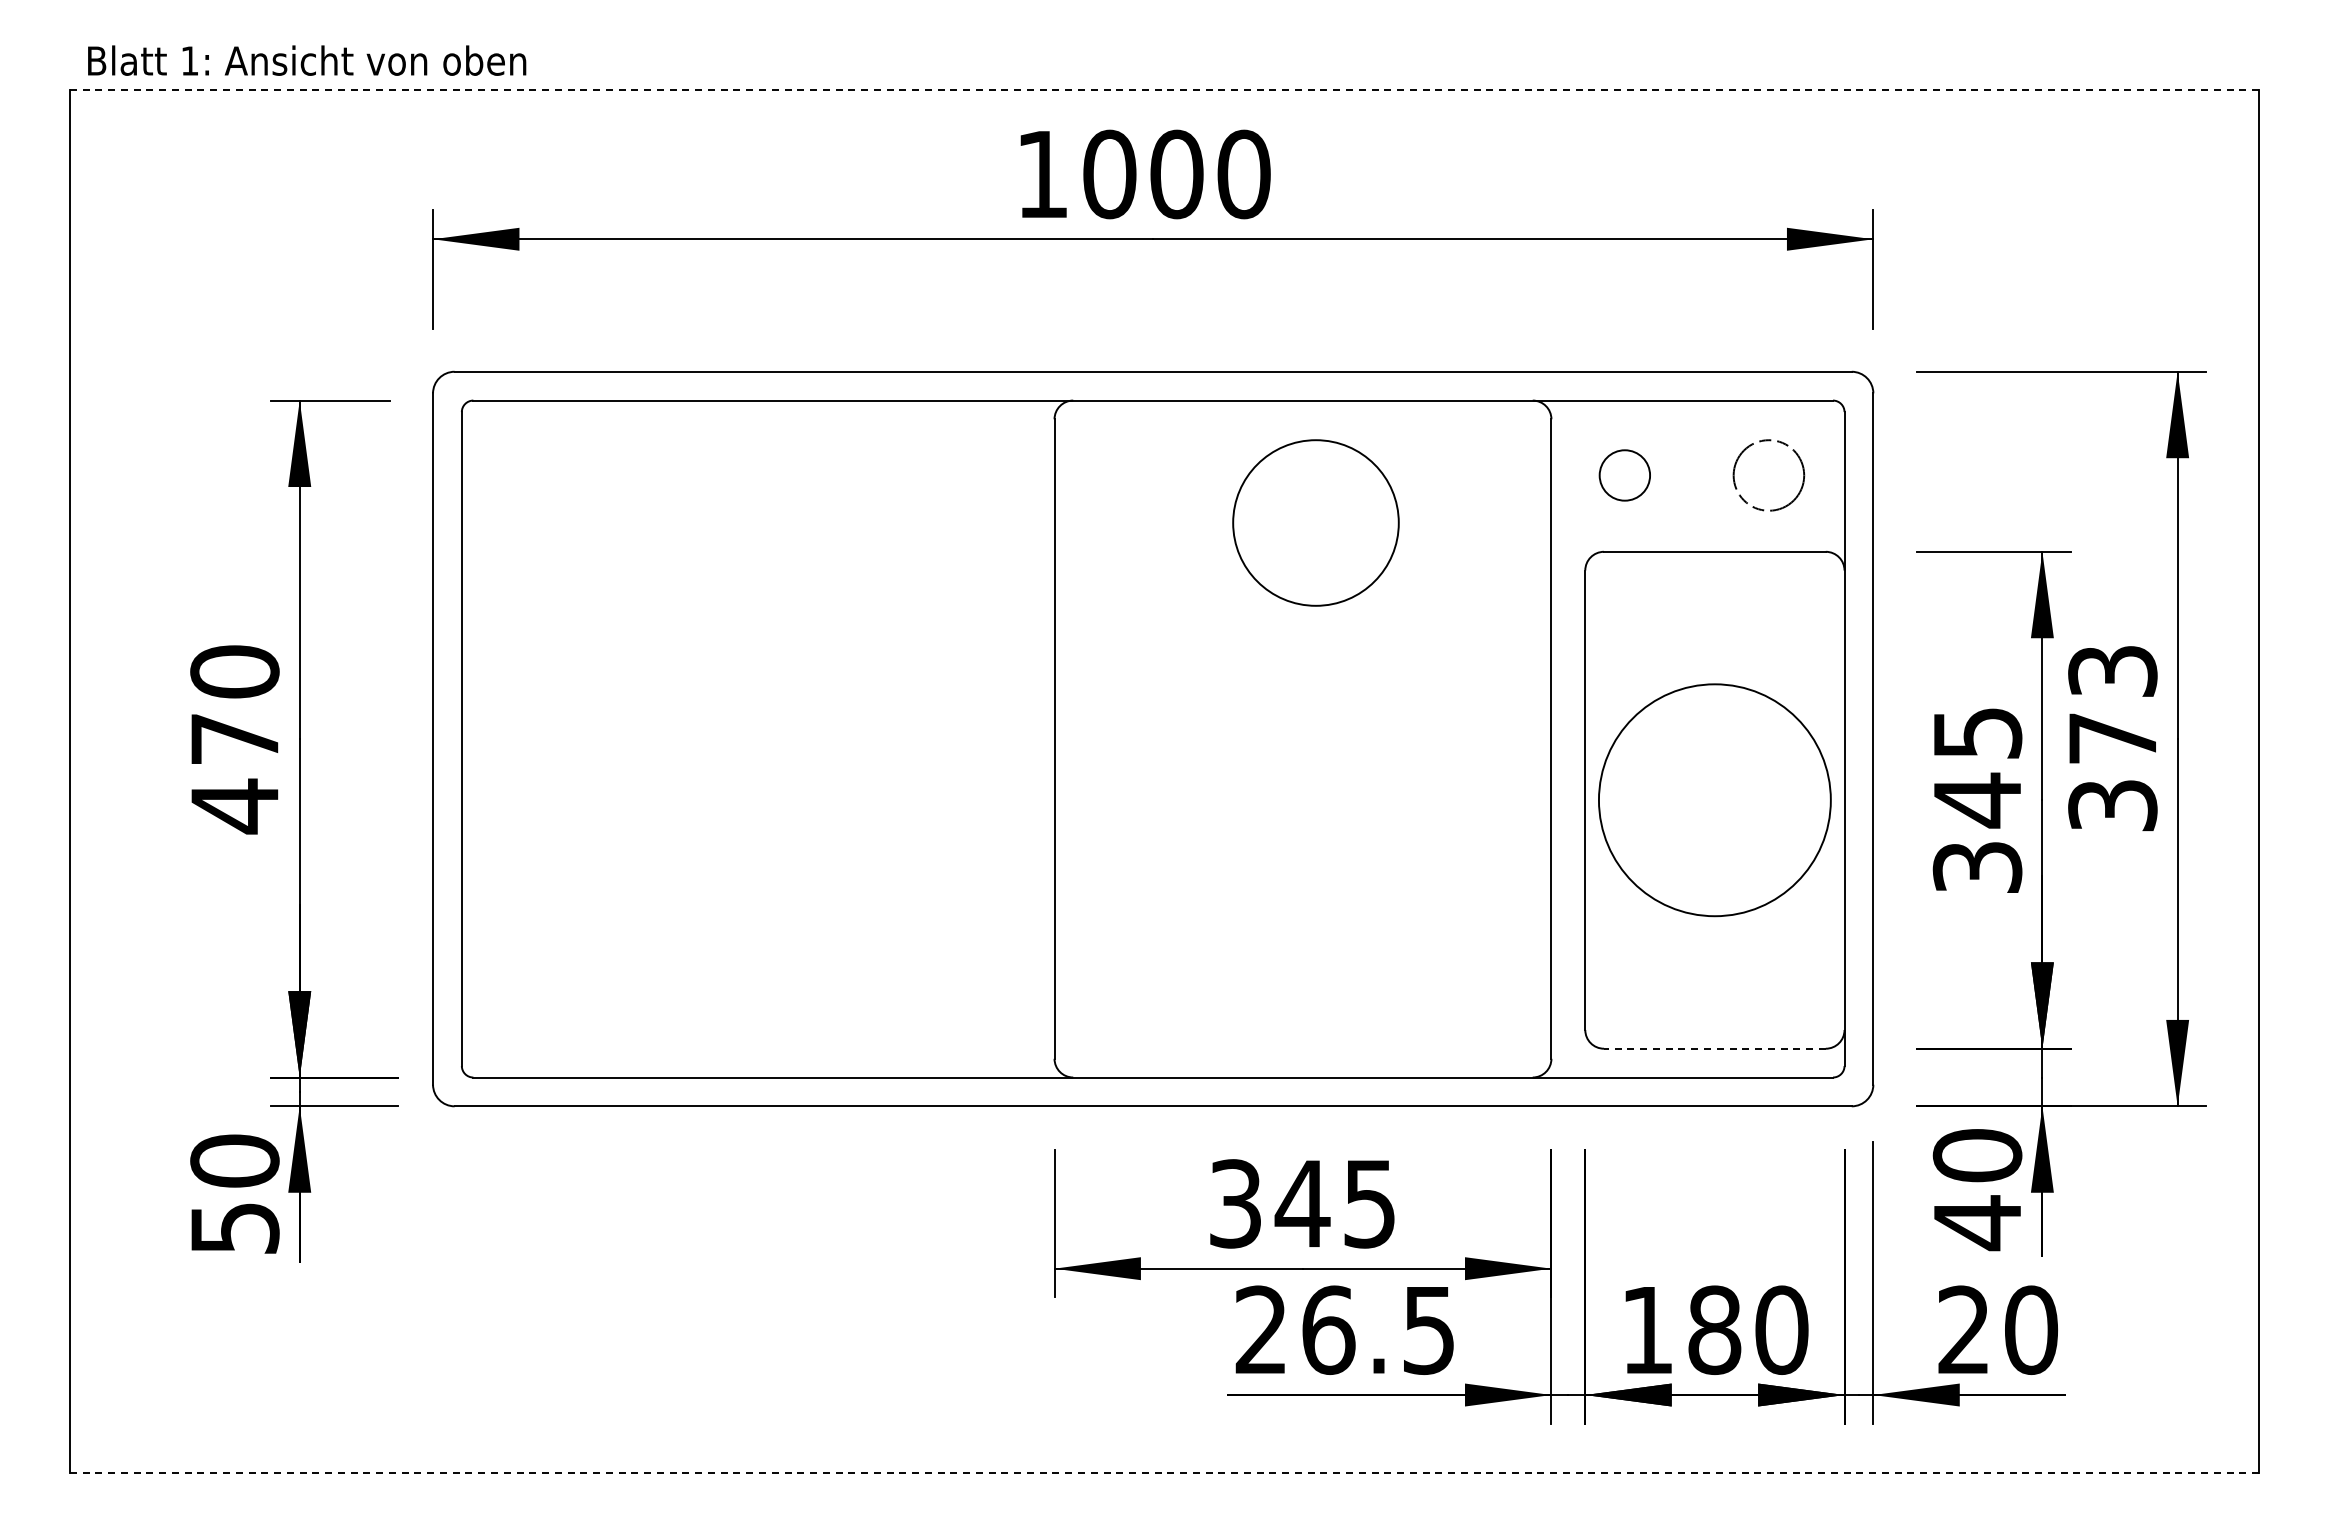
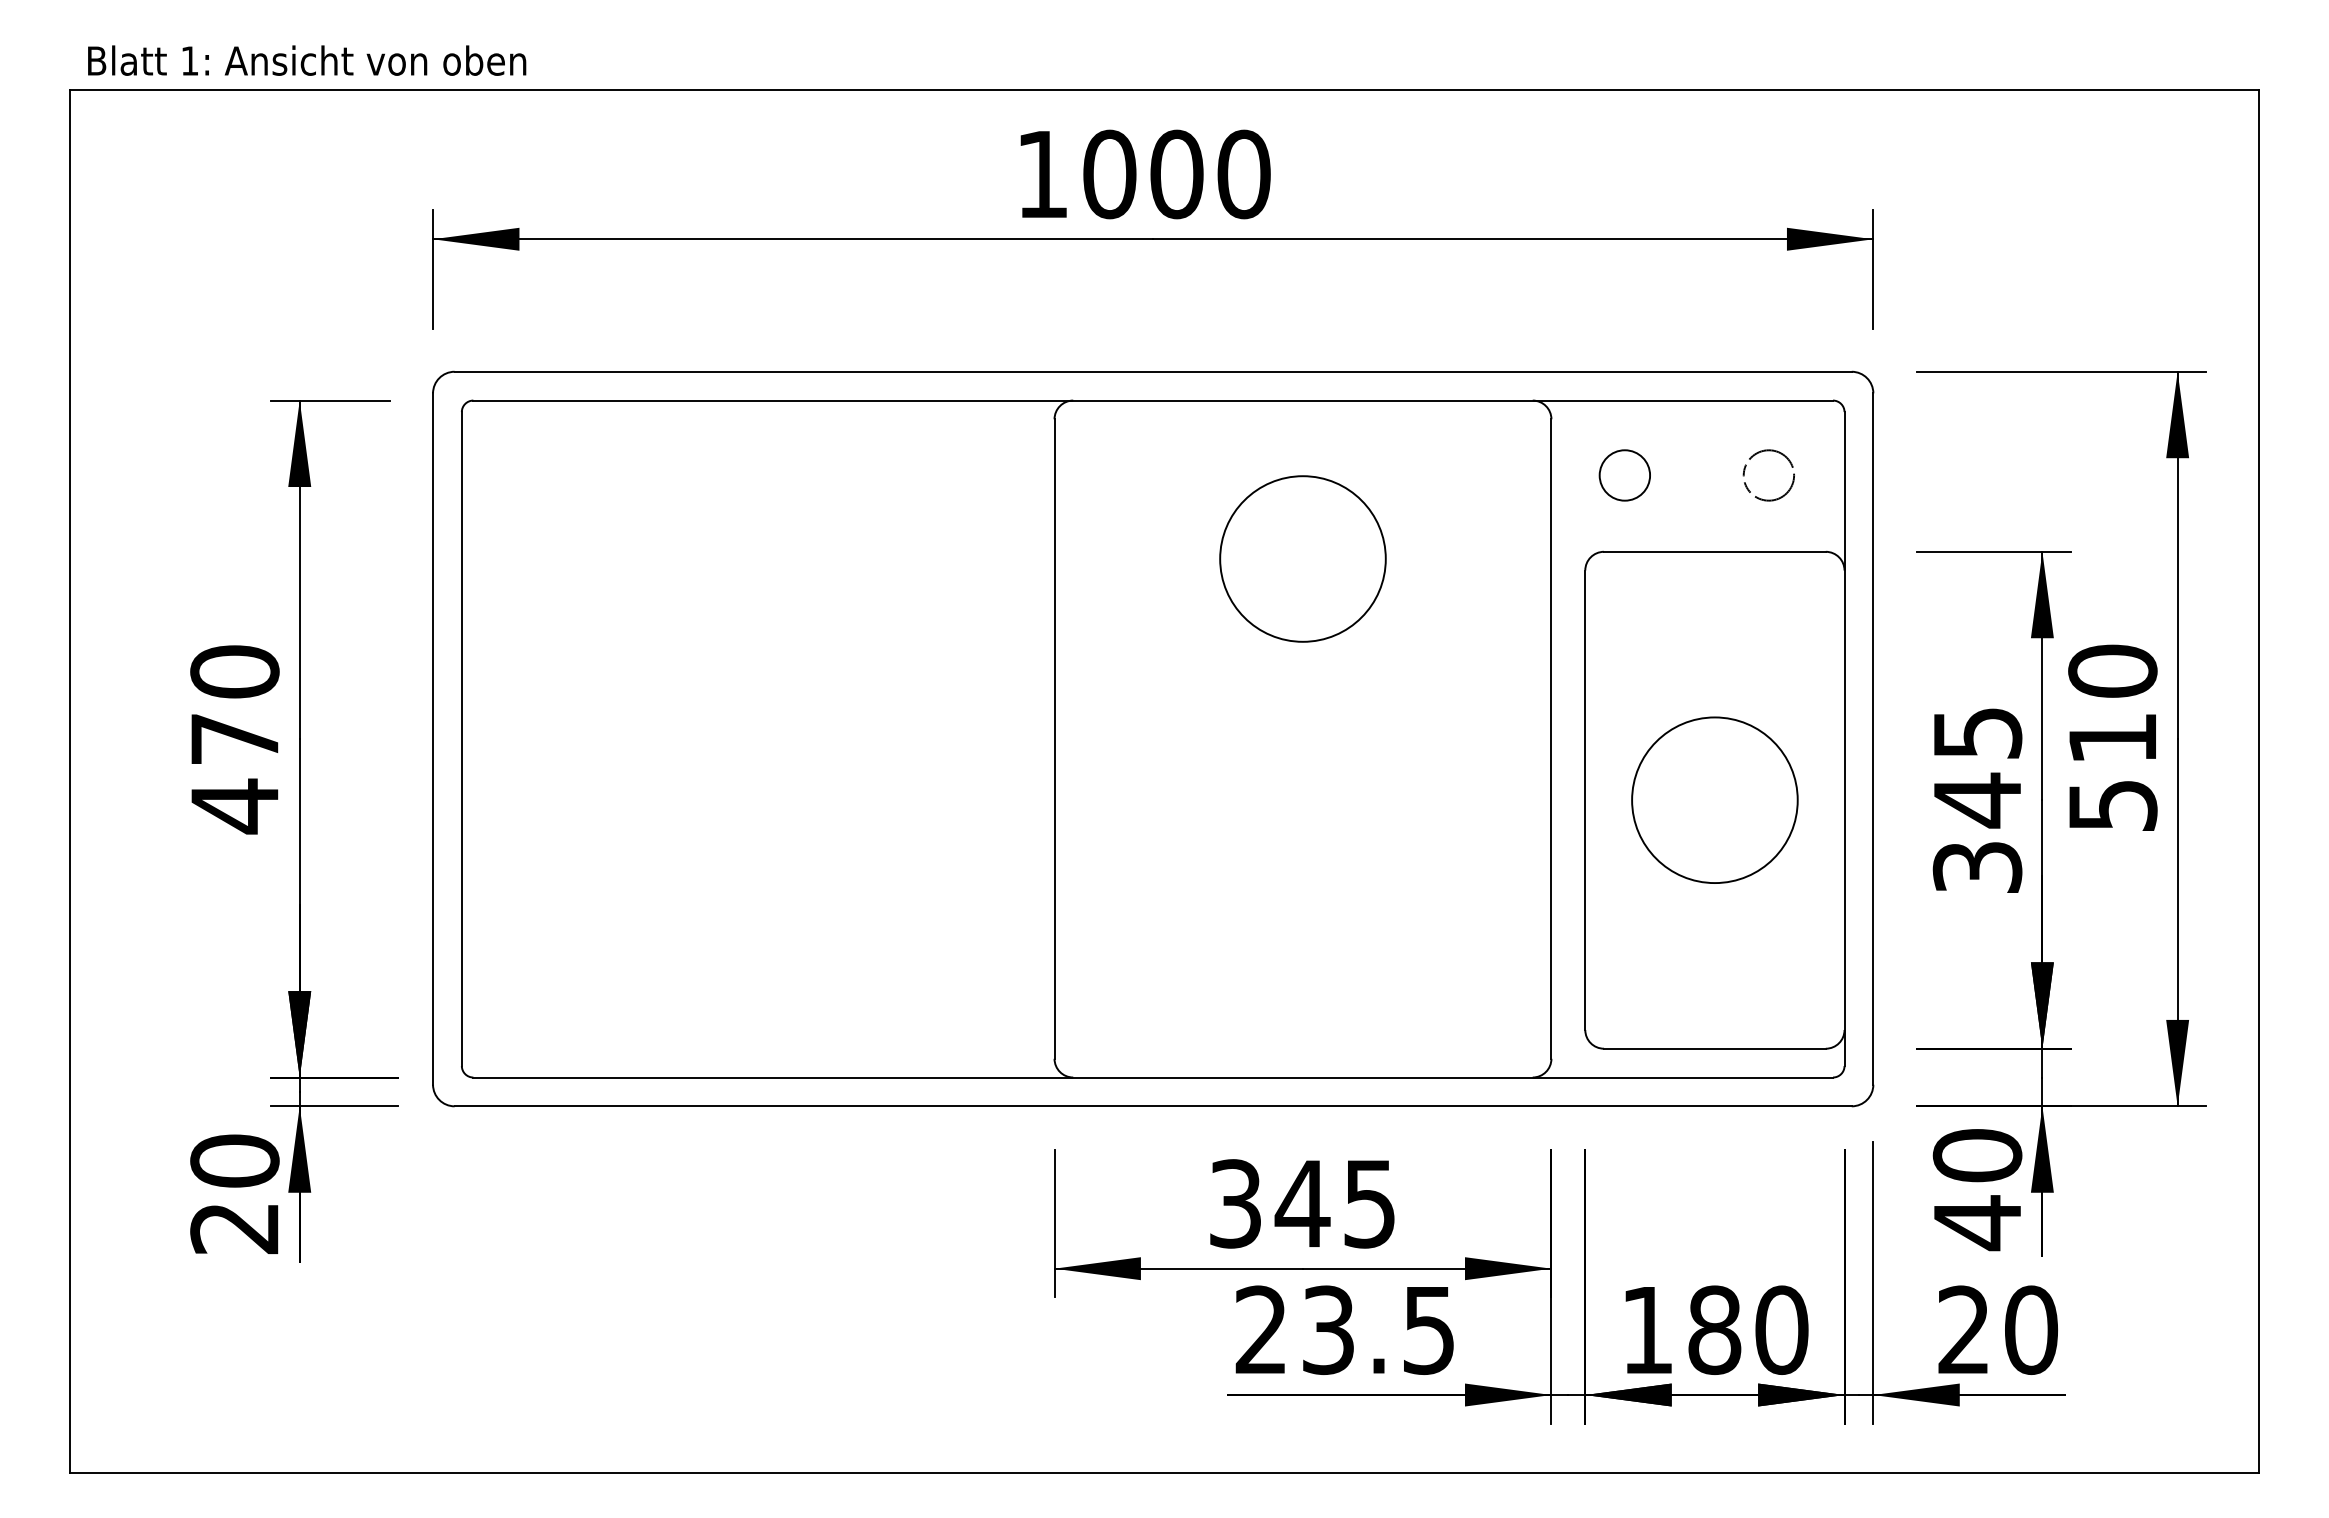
line at (1164, 89): dashed -> solid
circle at (1768, 475) diameter: 71 px -> 50 px
circle at (1315, 522) position: (1315, 522) -> (1302, 558)
text at (2112, 737): 373 -> 510
circle at (1714, 800) diameter: 232 px -> 166 px
line at (1714, 1048): dashed -> solid
text at (234, 1228): 50 -> 20
text at (1328, 1330): 26.5 -> 23.5
line at (1164, 1472): dashed -> solid
